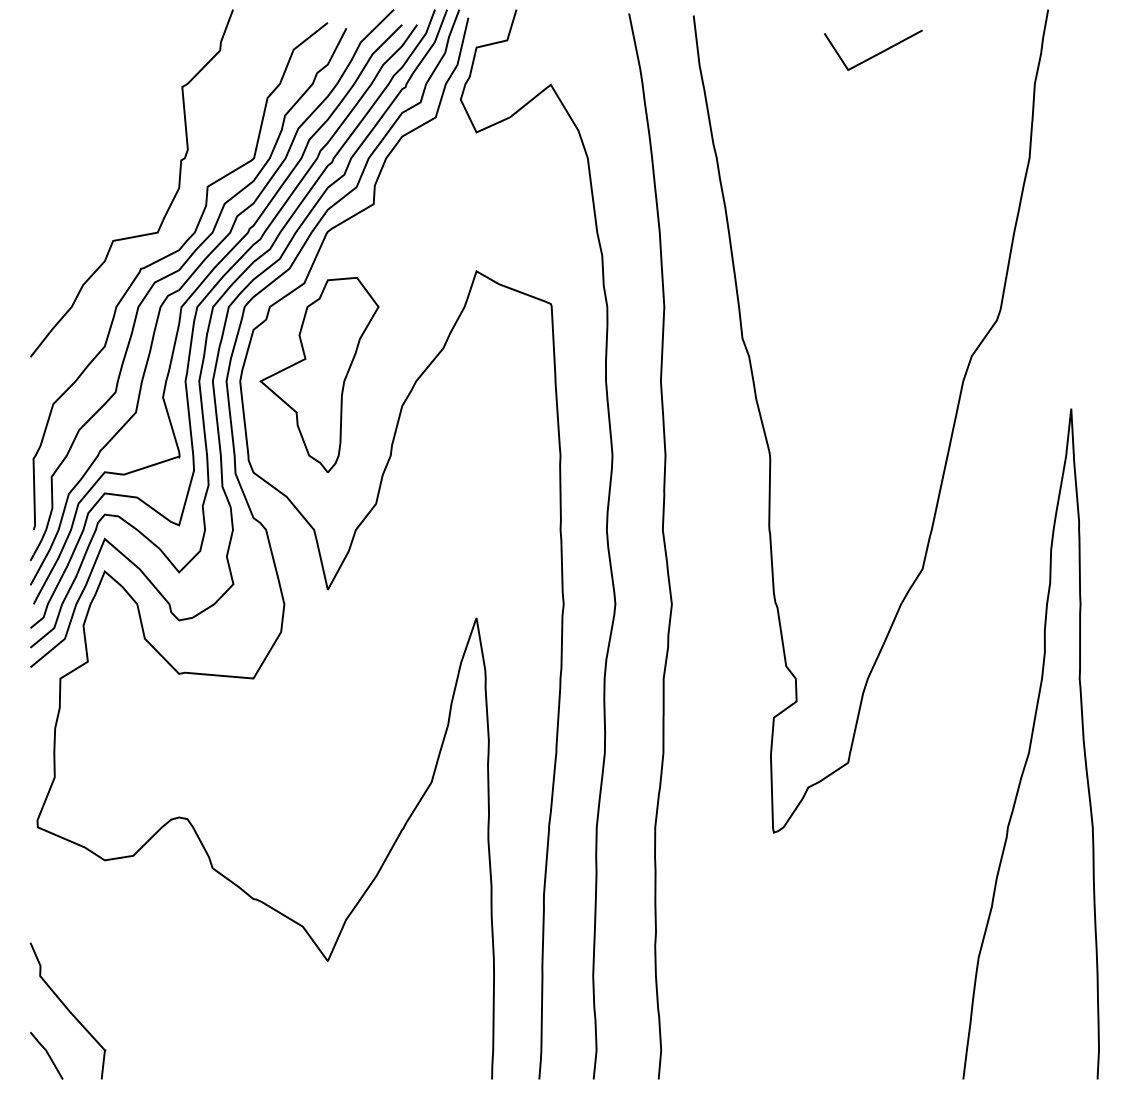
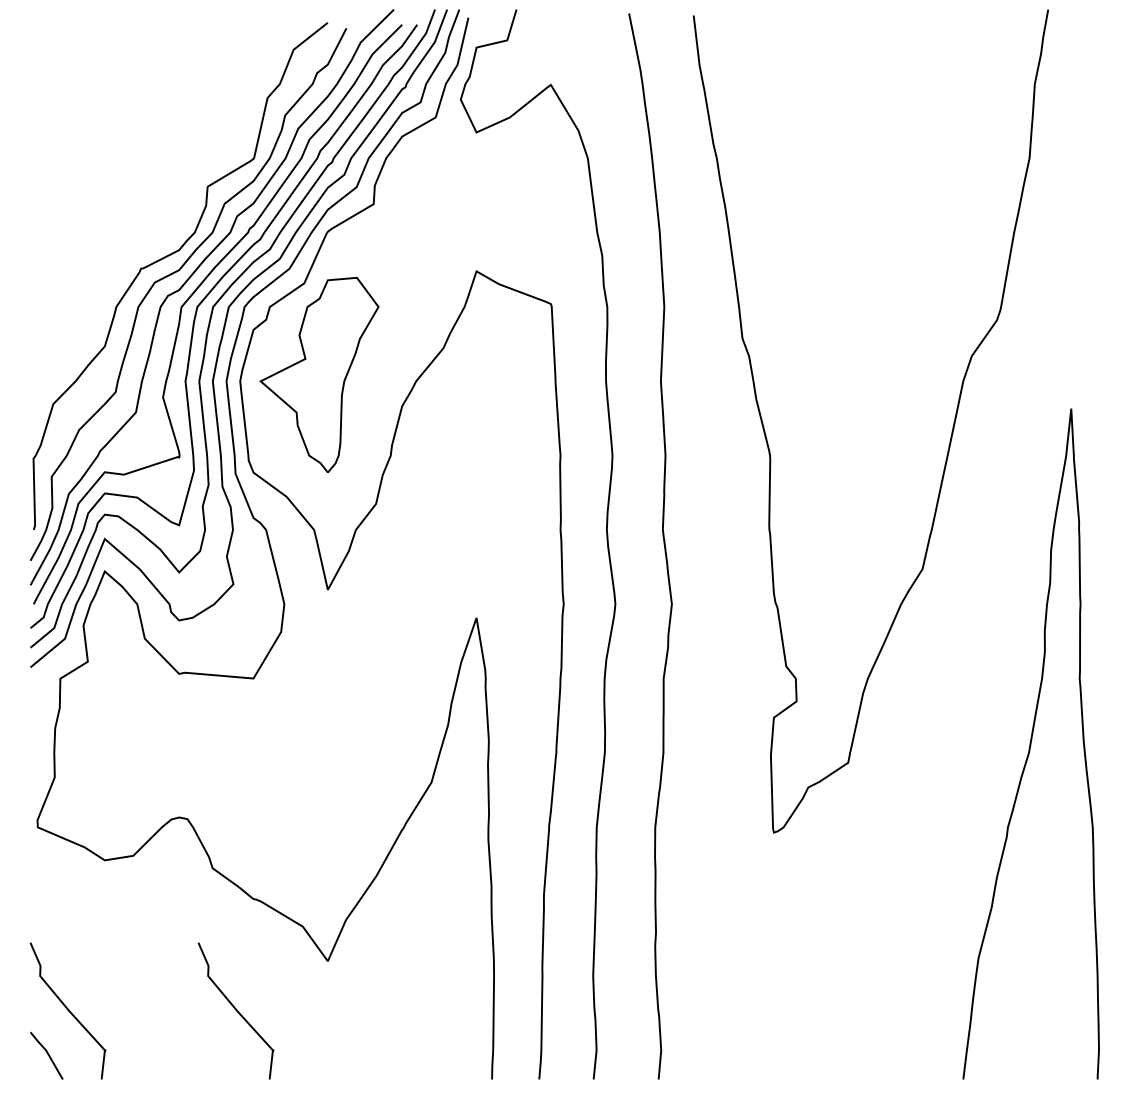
line at (875, 54): present -> none
curve at (170, 202): present -> none
curve at (235, 1010): none -> present
